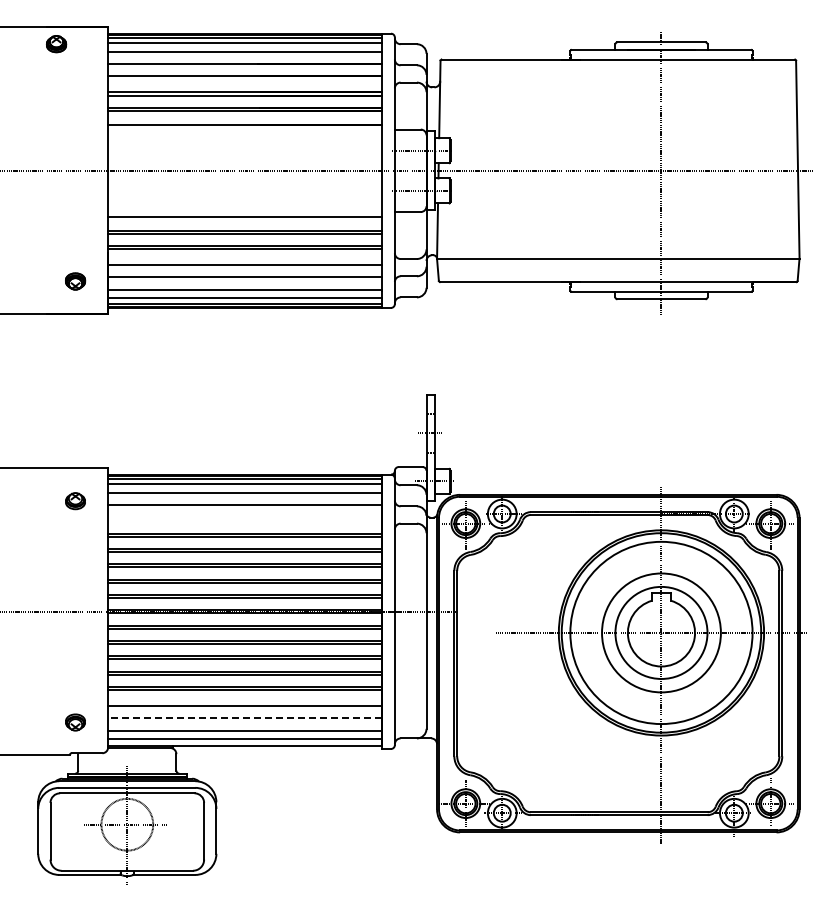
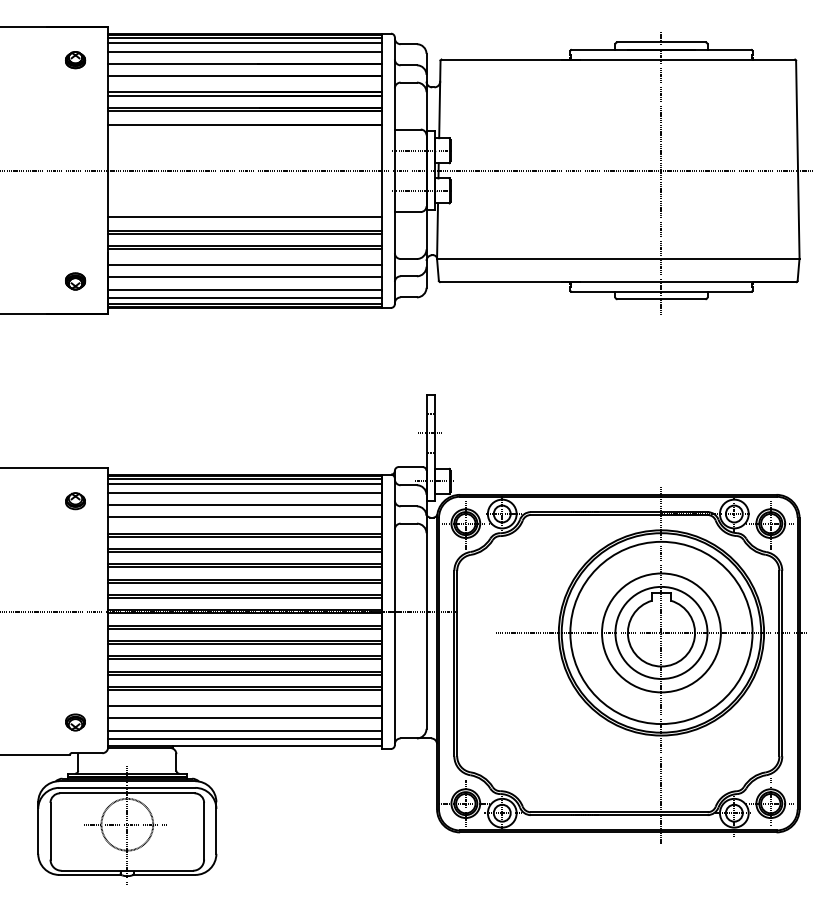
part at (56, 44) position: (56, 44) -> (75, 60)
line at (245, 517): none -> present
line at (244, 718): dashed -> solid
